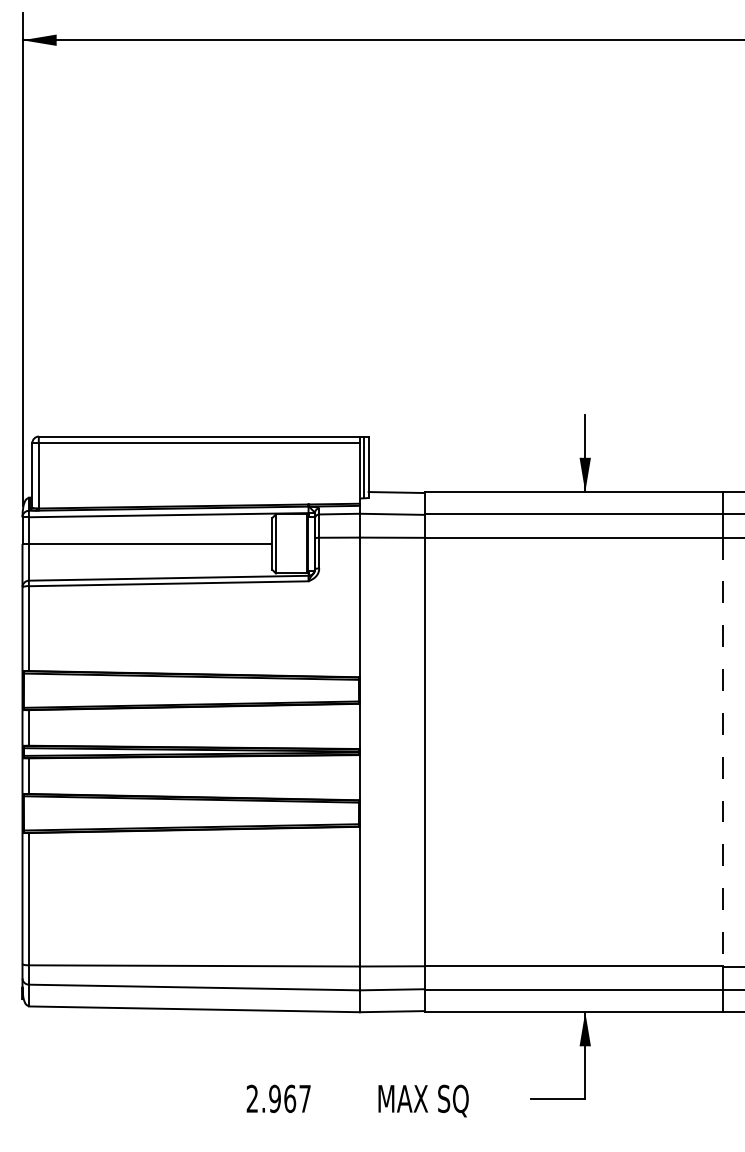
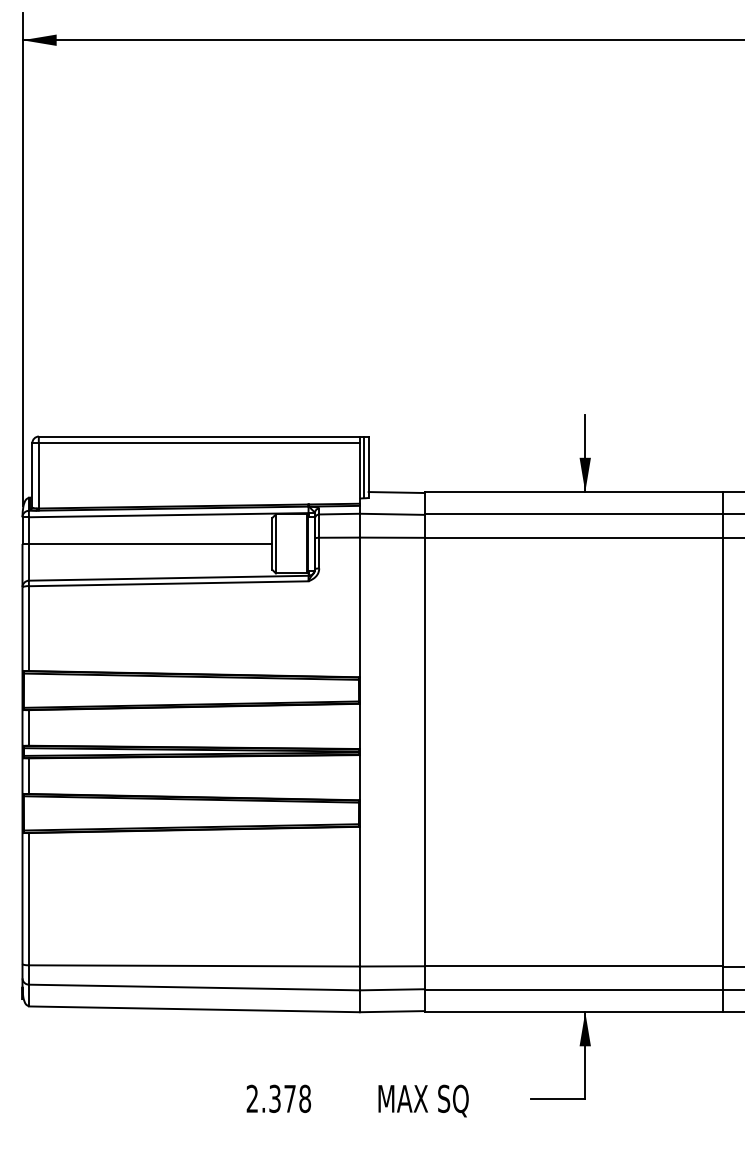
line at (722, 752): dashed -> solid
text at (290, 1098): 2.967 -> 2.378
